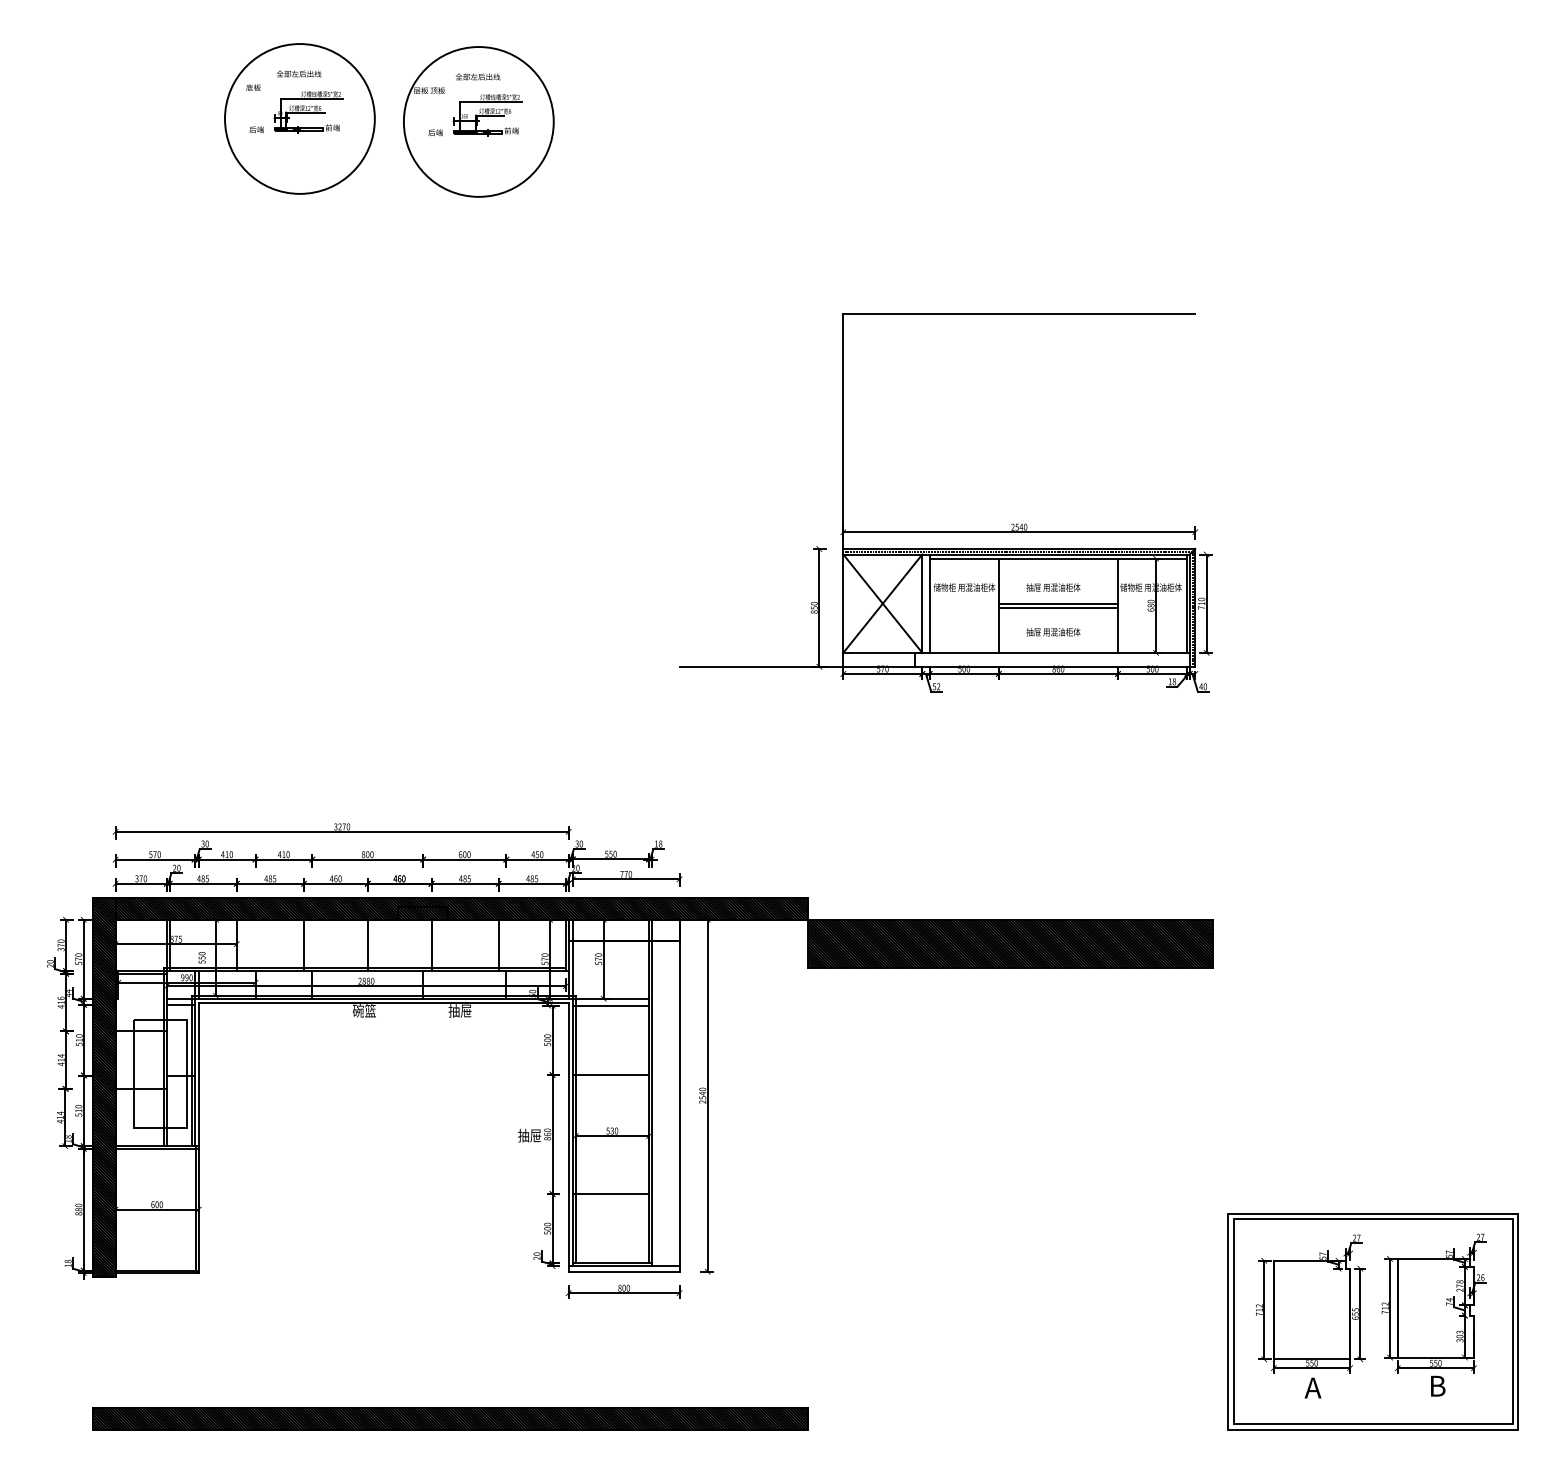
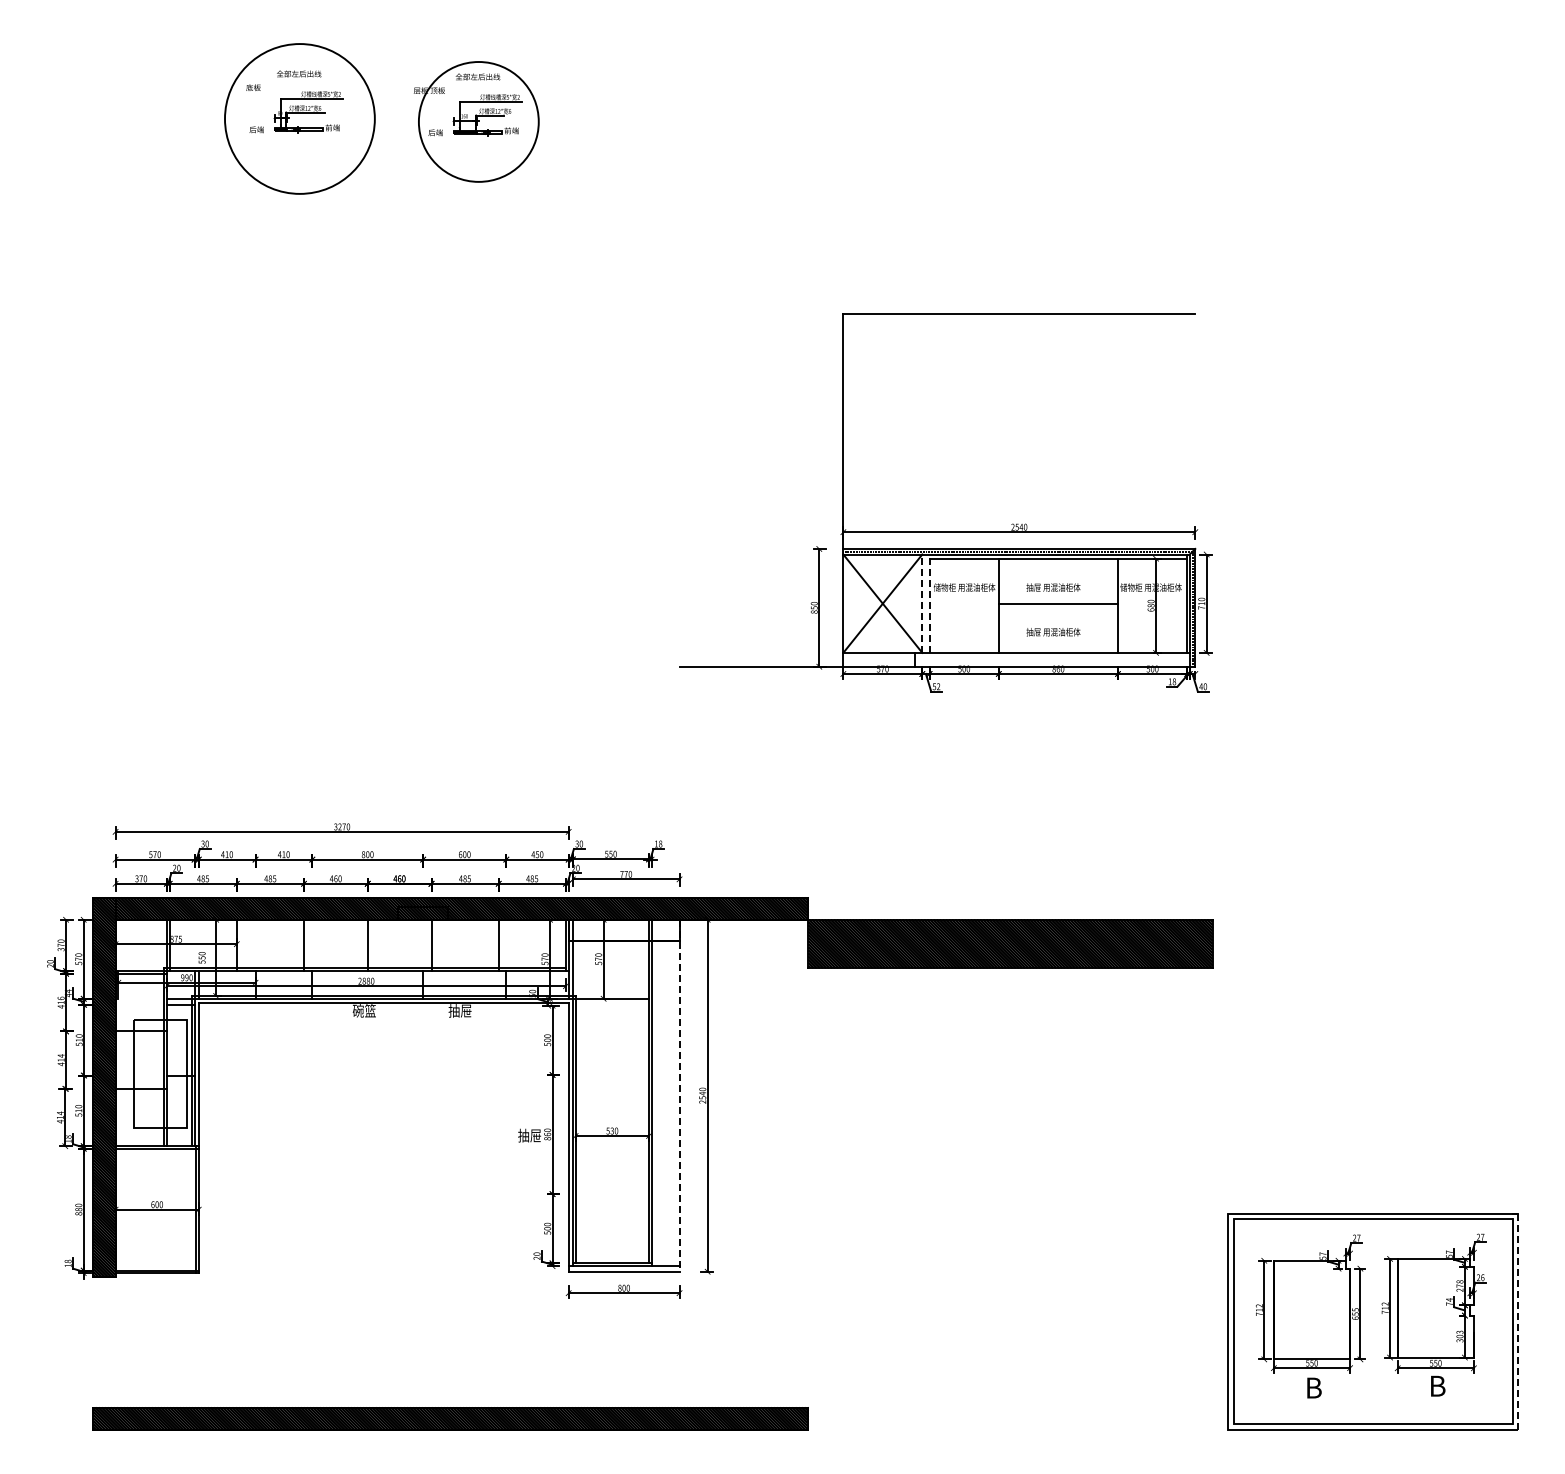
circle at (478, 121) diameter: 150 px -> 120 px
line at (922, 603): solid -> dashed
line at (929, 603): solid -> dashed
line at (1057, 607): present -> none
line at (610, 1005): present -> none
line at (610, 1074): present -> none
line at (679, 1095): solid -> dashed
line at (610, 1194): present -> none
line at (1518, 1322): solid -> dashed
text at (1312, 1387): A -> B
